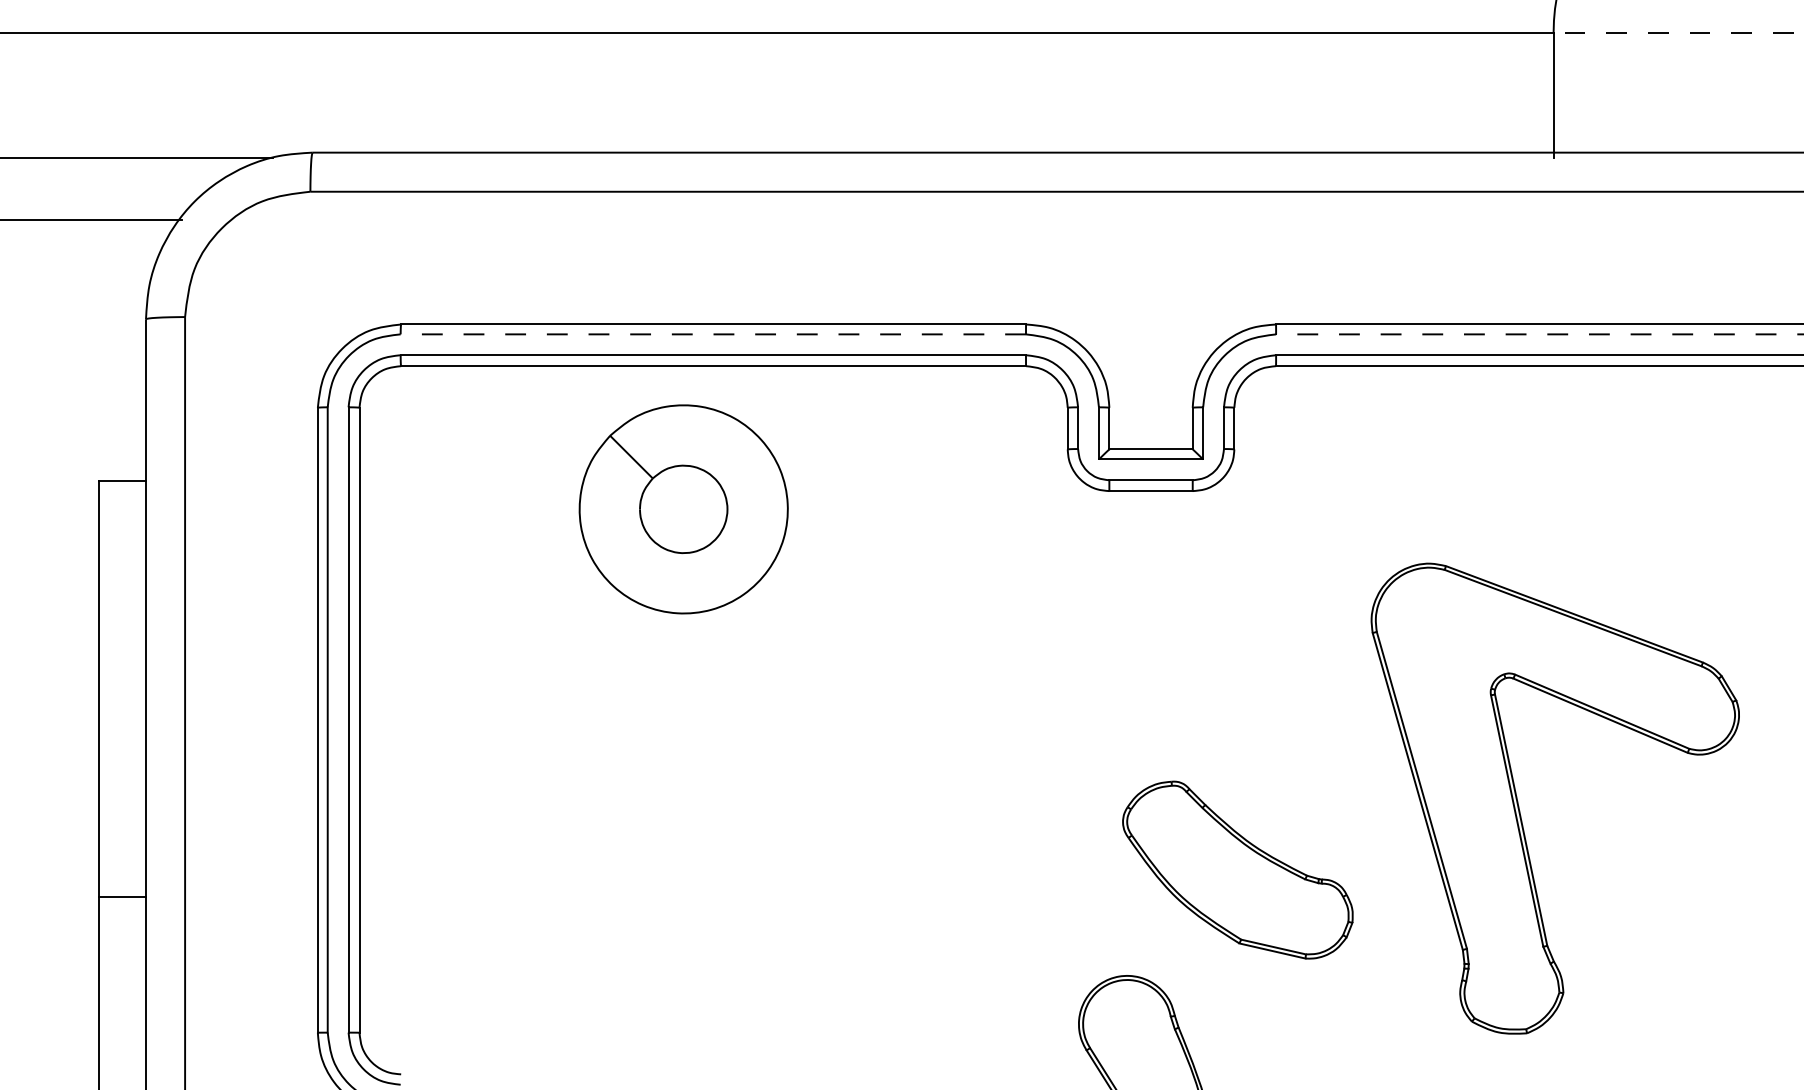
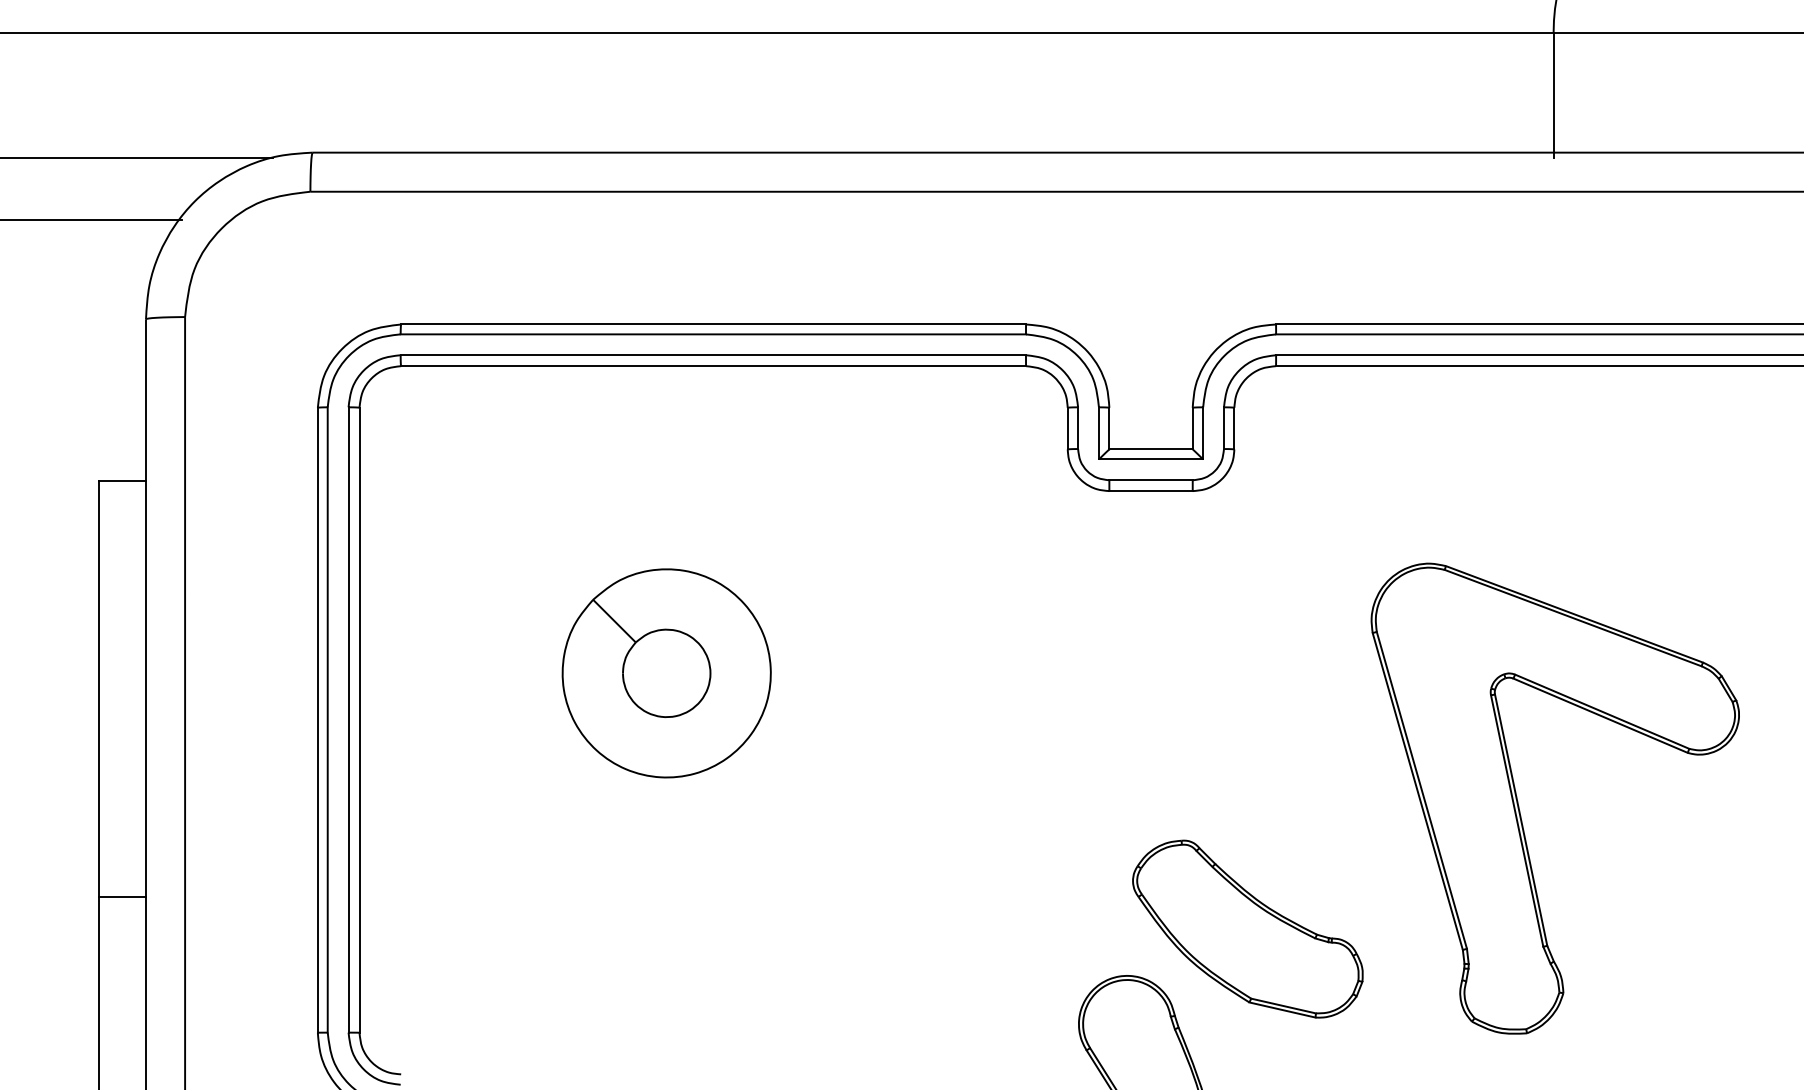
line at (1678, 32): dashed -> solid
line at (713, 334): dashed -> solid
line at (1539, 334): dashed -> solid
part at (683, 509) position: (683, 509) -> (666, 673)
part at (1237, 869) position: (1237, 869) -> (1247, 928)
